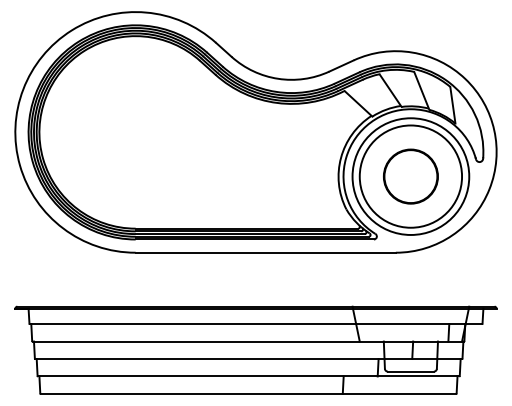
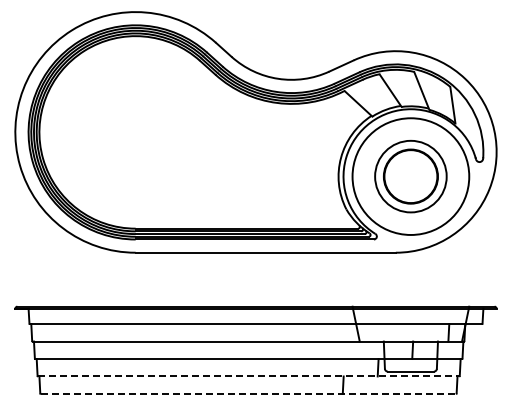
circle at (410, 176) diameter: 102 px -> 72 px
line at (249, 376): solid -> dashed
line at (248, 393): solid -> dashed
